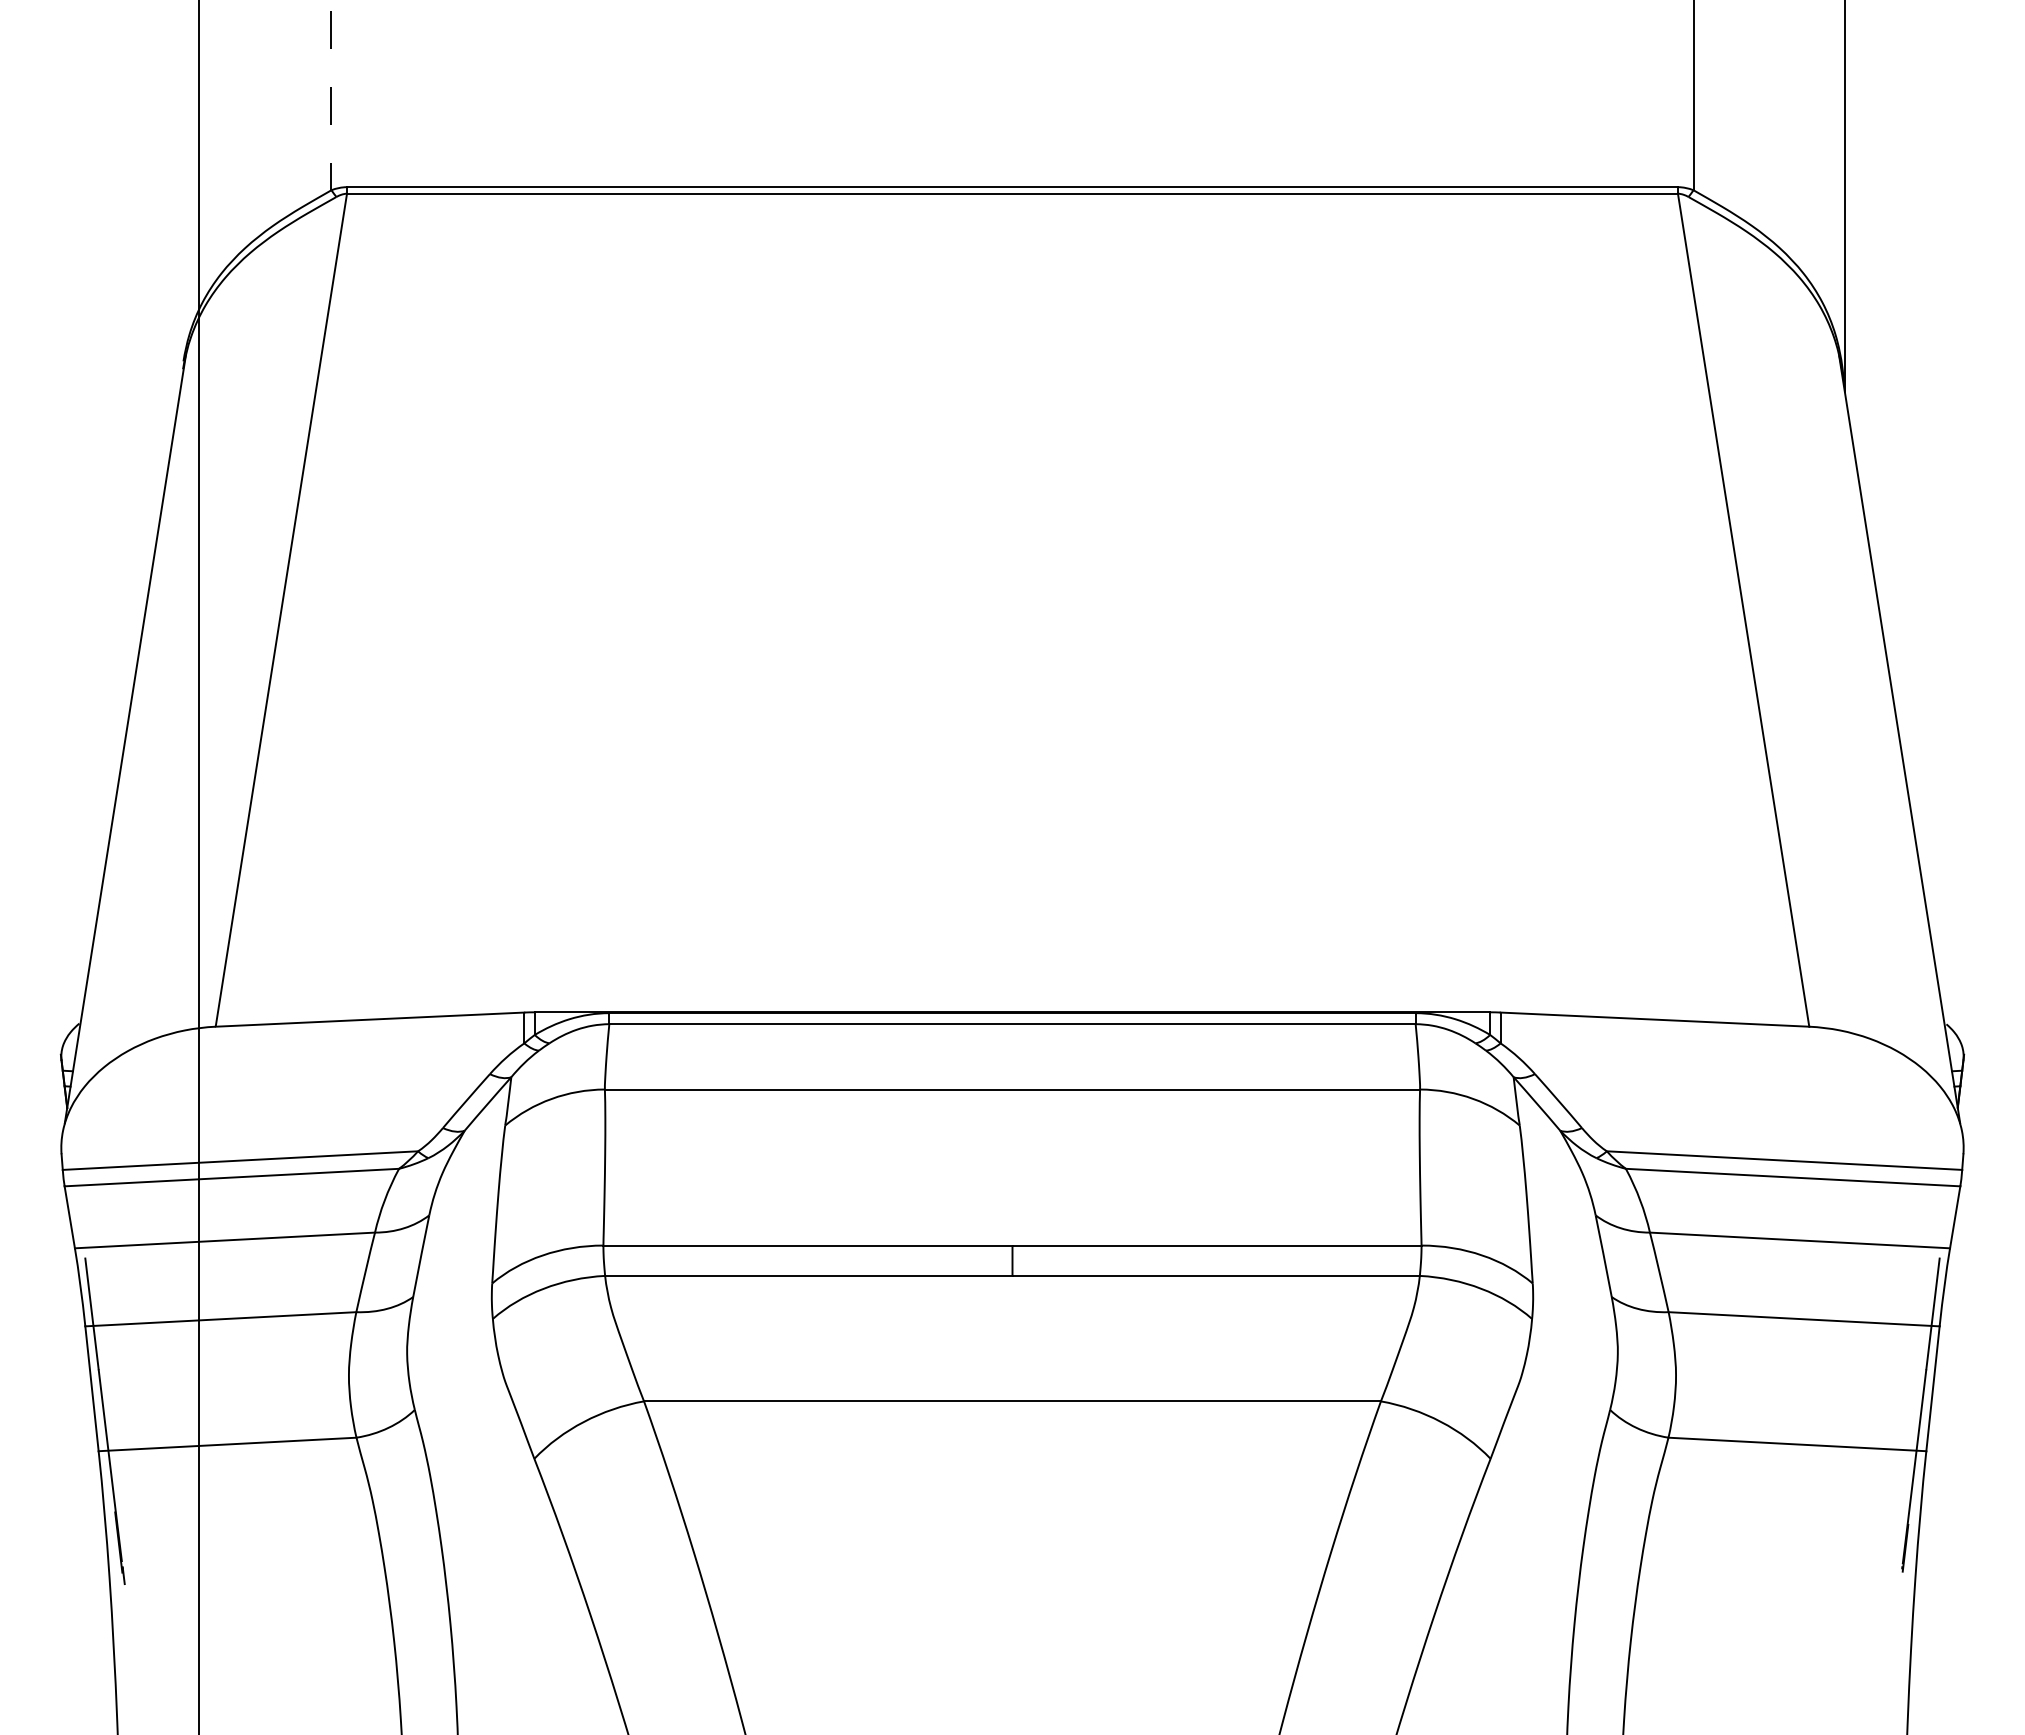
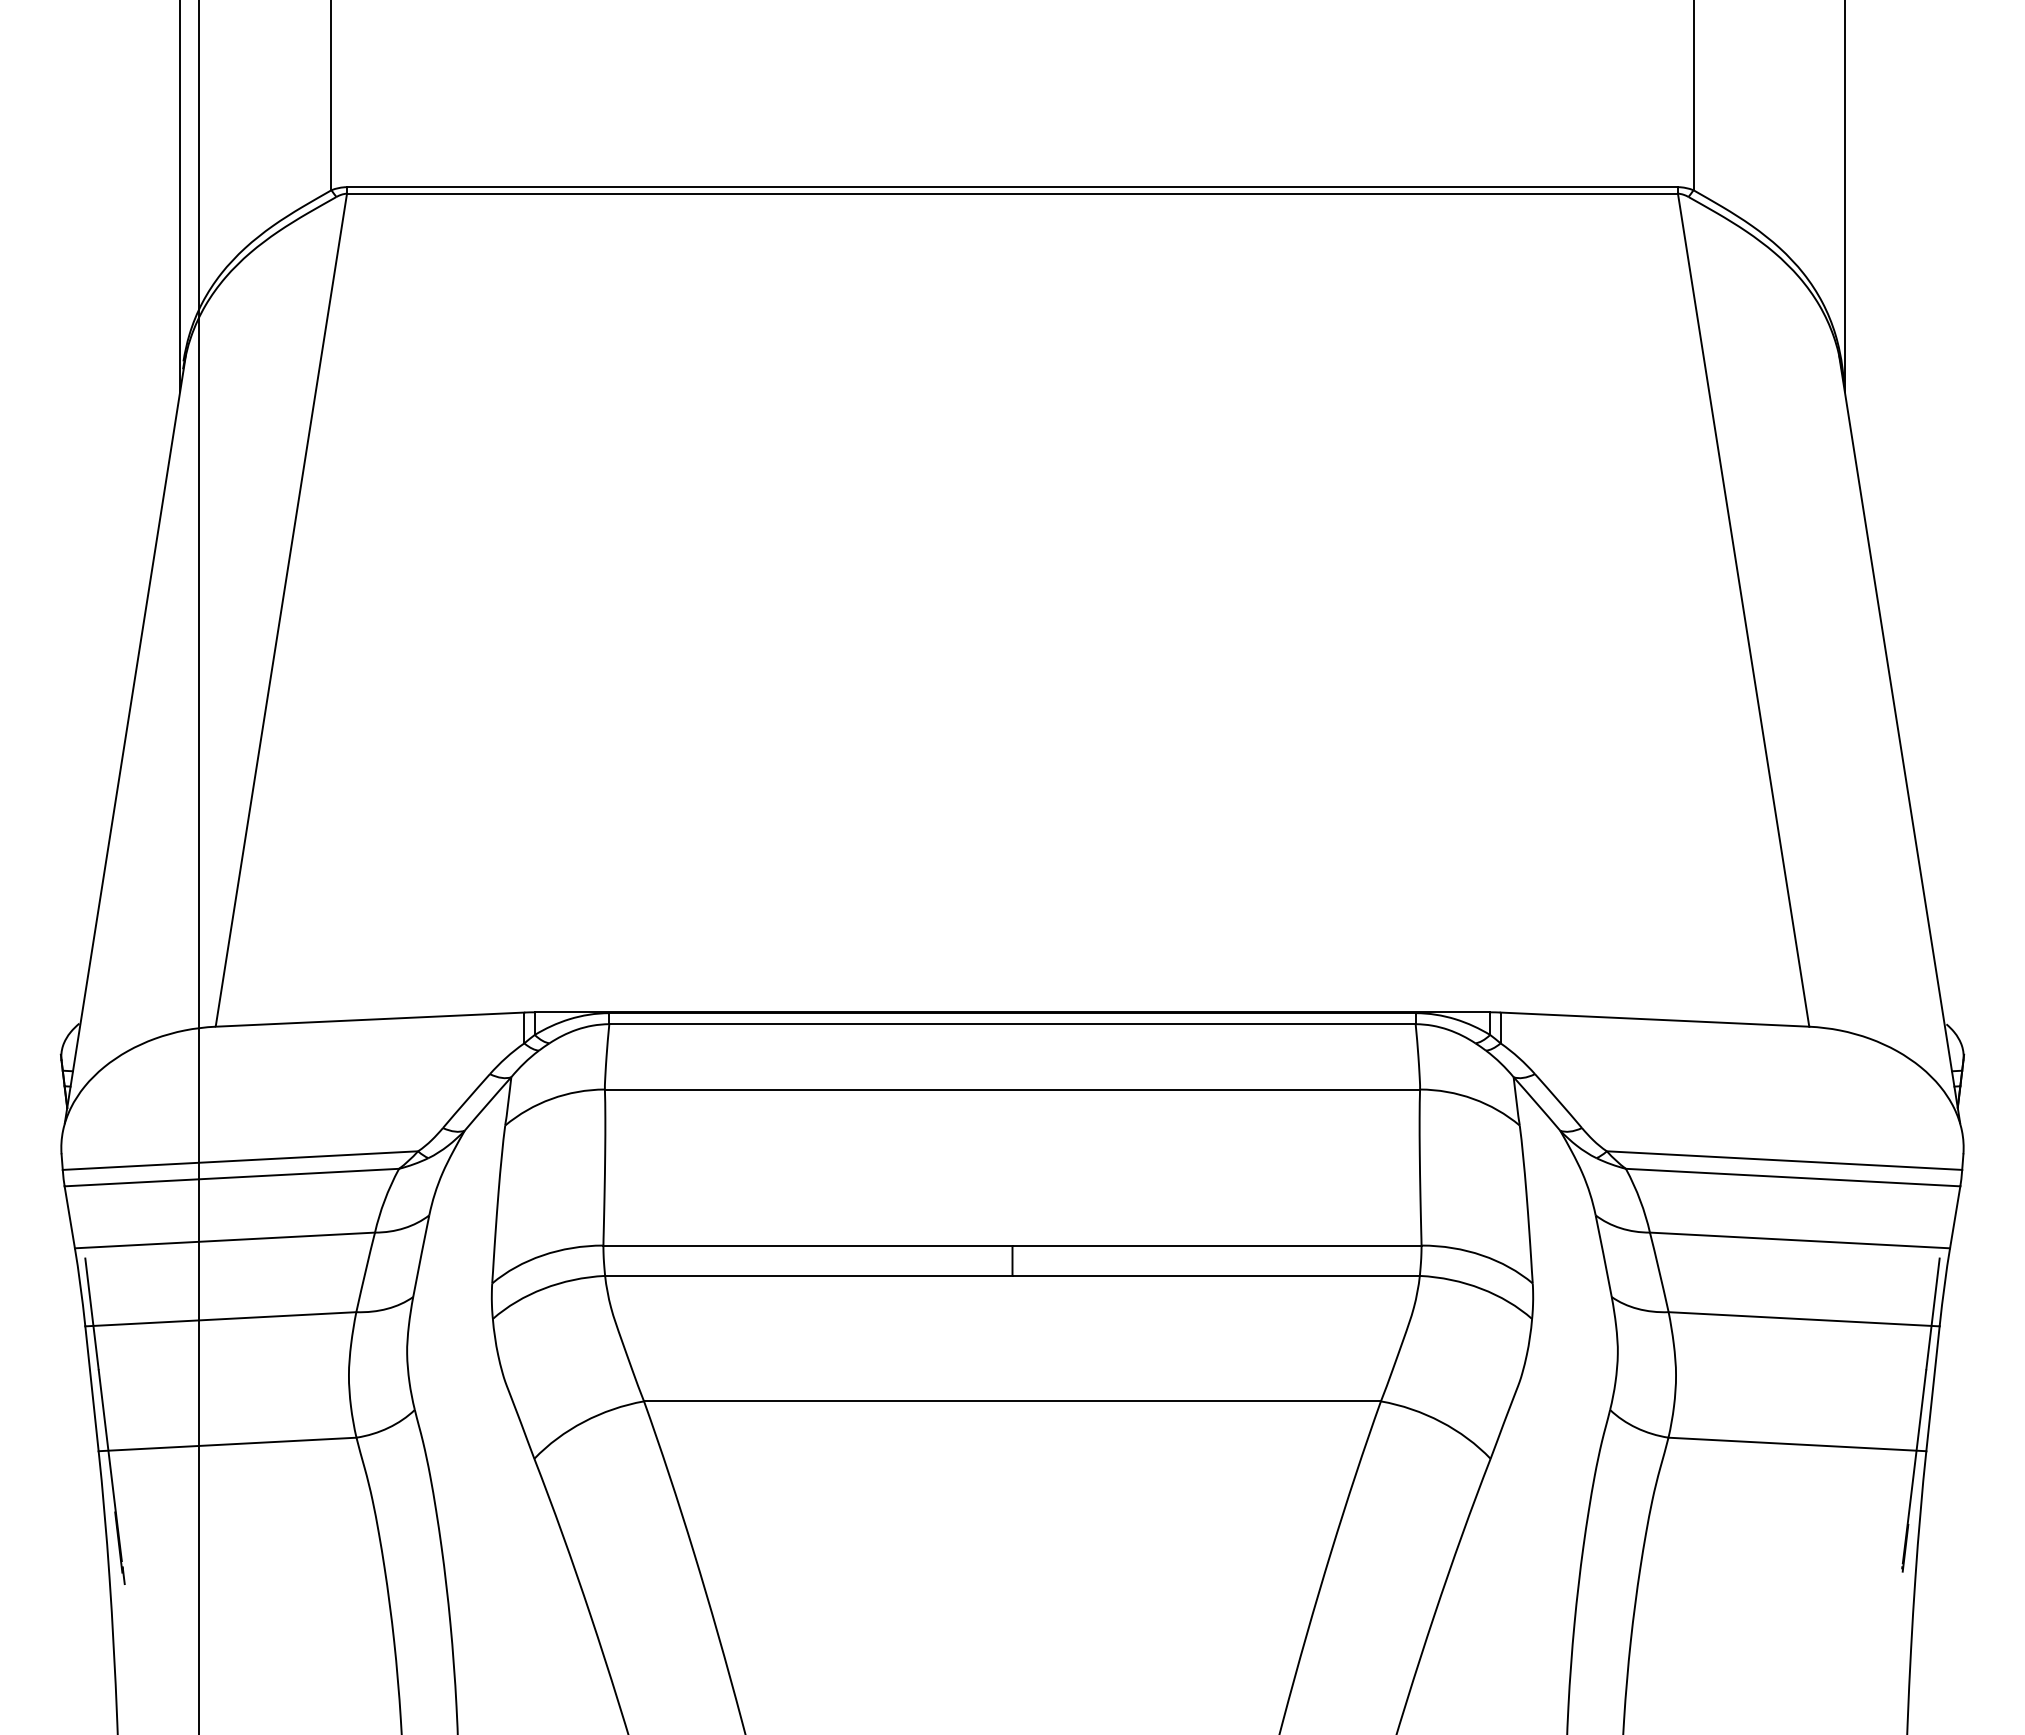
line at (331, 95): dashed -> solid
line at (180, 196): none -> present
